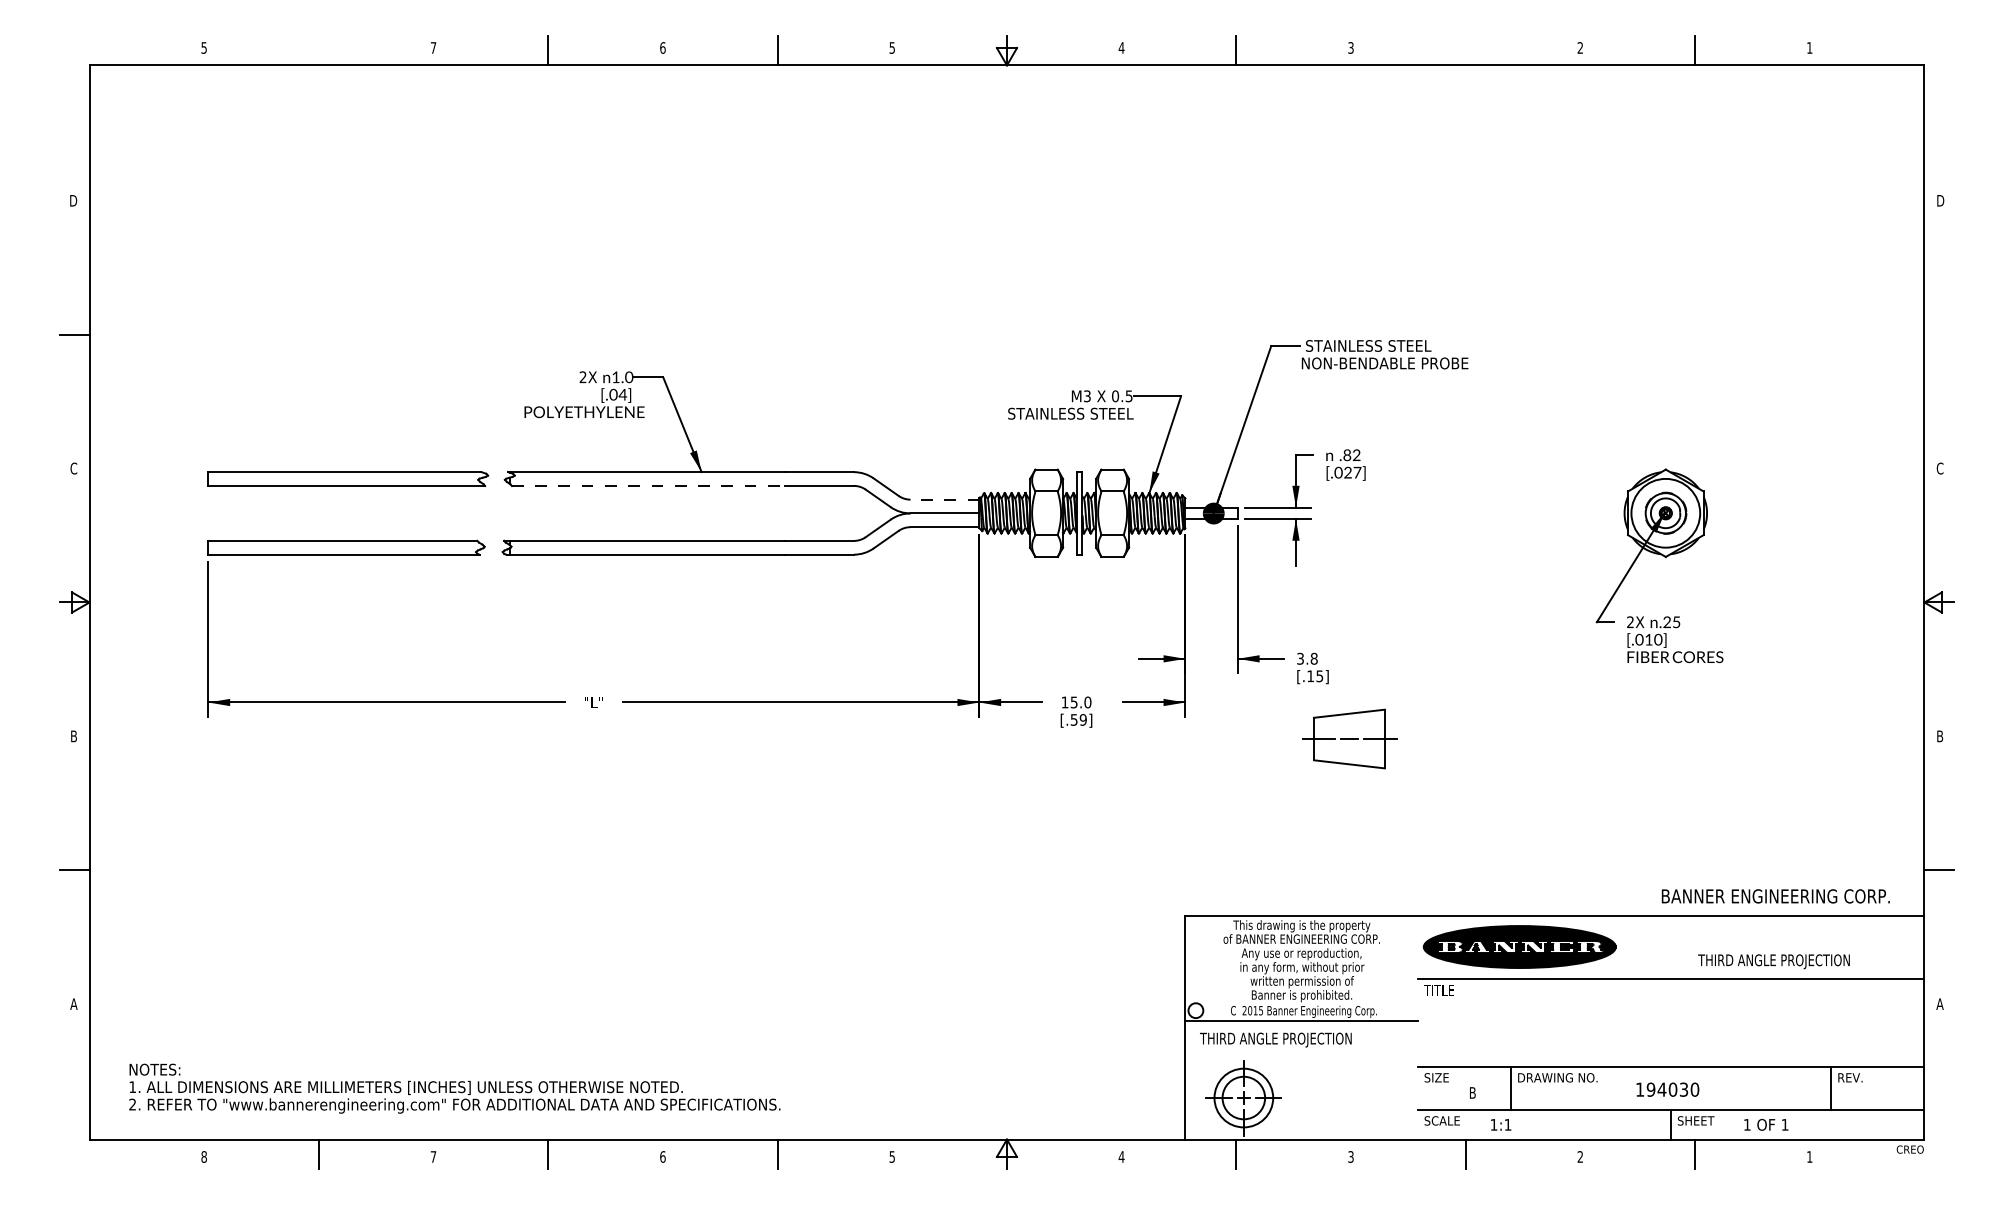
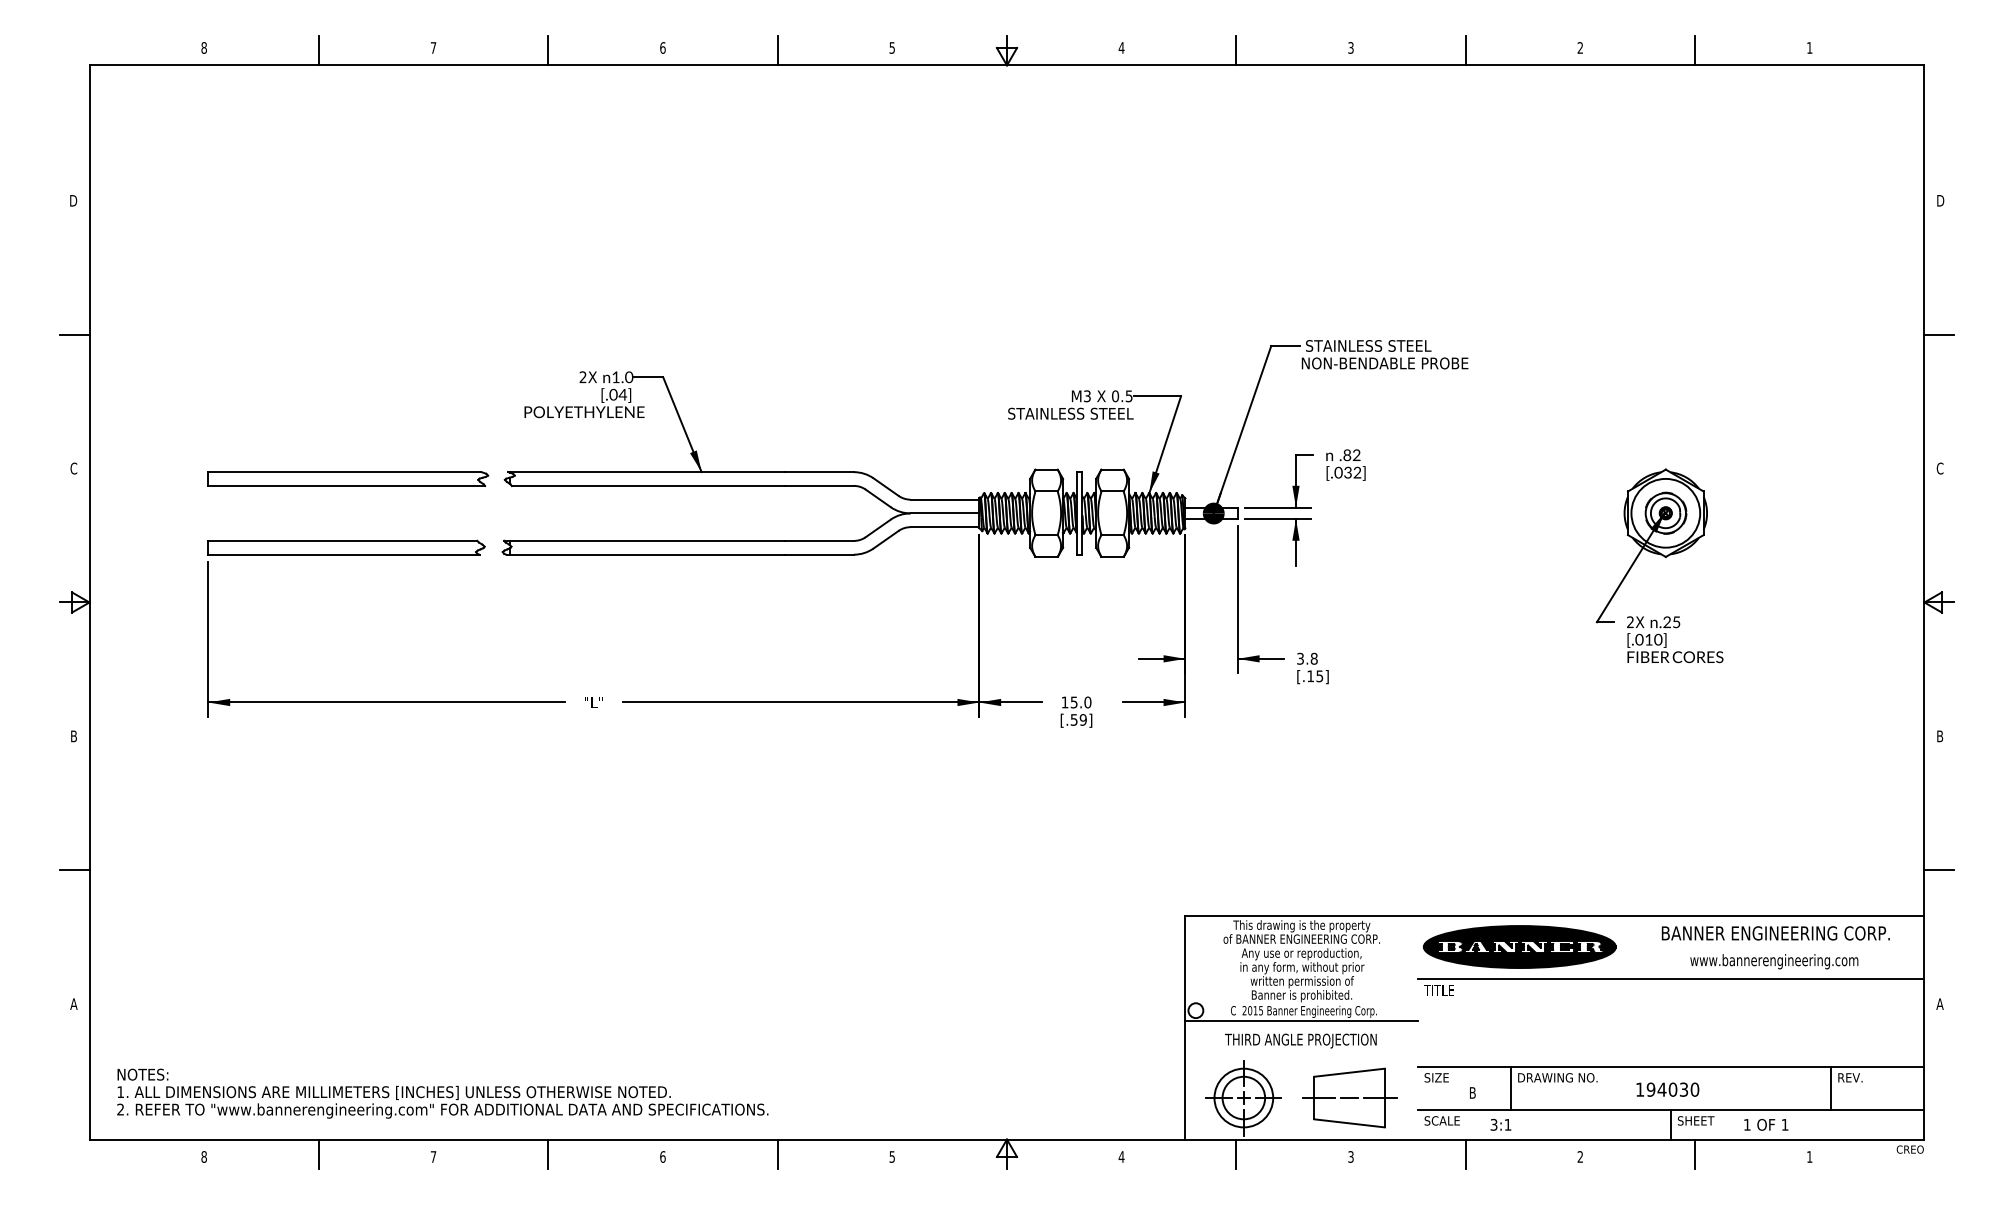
text at (203, 47): 5 -> 8
line at (318, 50): none -> present
line at (1465, 50): none -> present
line at (1938, 334): none -> present
text at (1352, 472): [.027] -> [.032]
line at (648, 486): dashed -> solid
line at (944, 499): dashed -> solid
part at (1349, 738) position: (1349, 738) -> (1349, 1097)
text at (1775, 896) position: (1775, 896) -> (1775, 933)
text at (1774, 961): THIRD ANGLE PROJECTION -> www.bannerengineering.com
text at (1275, 1039) position: (1275, 1039) -> (1300, 1040)
text at (454, 1088) position: (454, 1088) -> (442, 1093)
text at (1493, 1124): 1:1 -> 3:1
